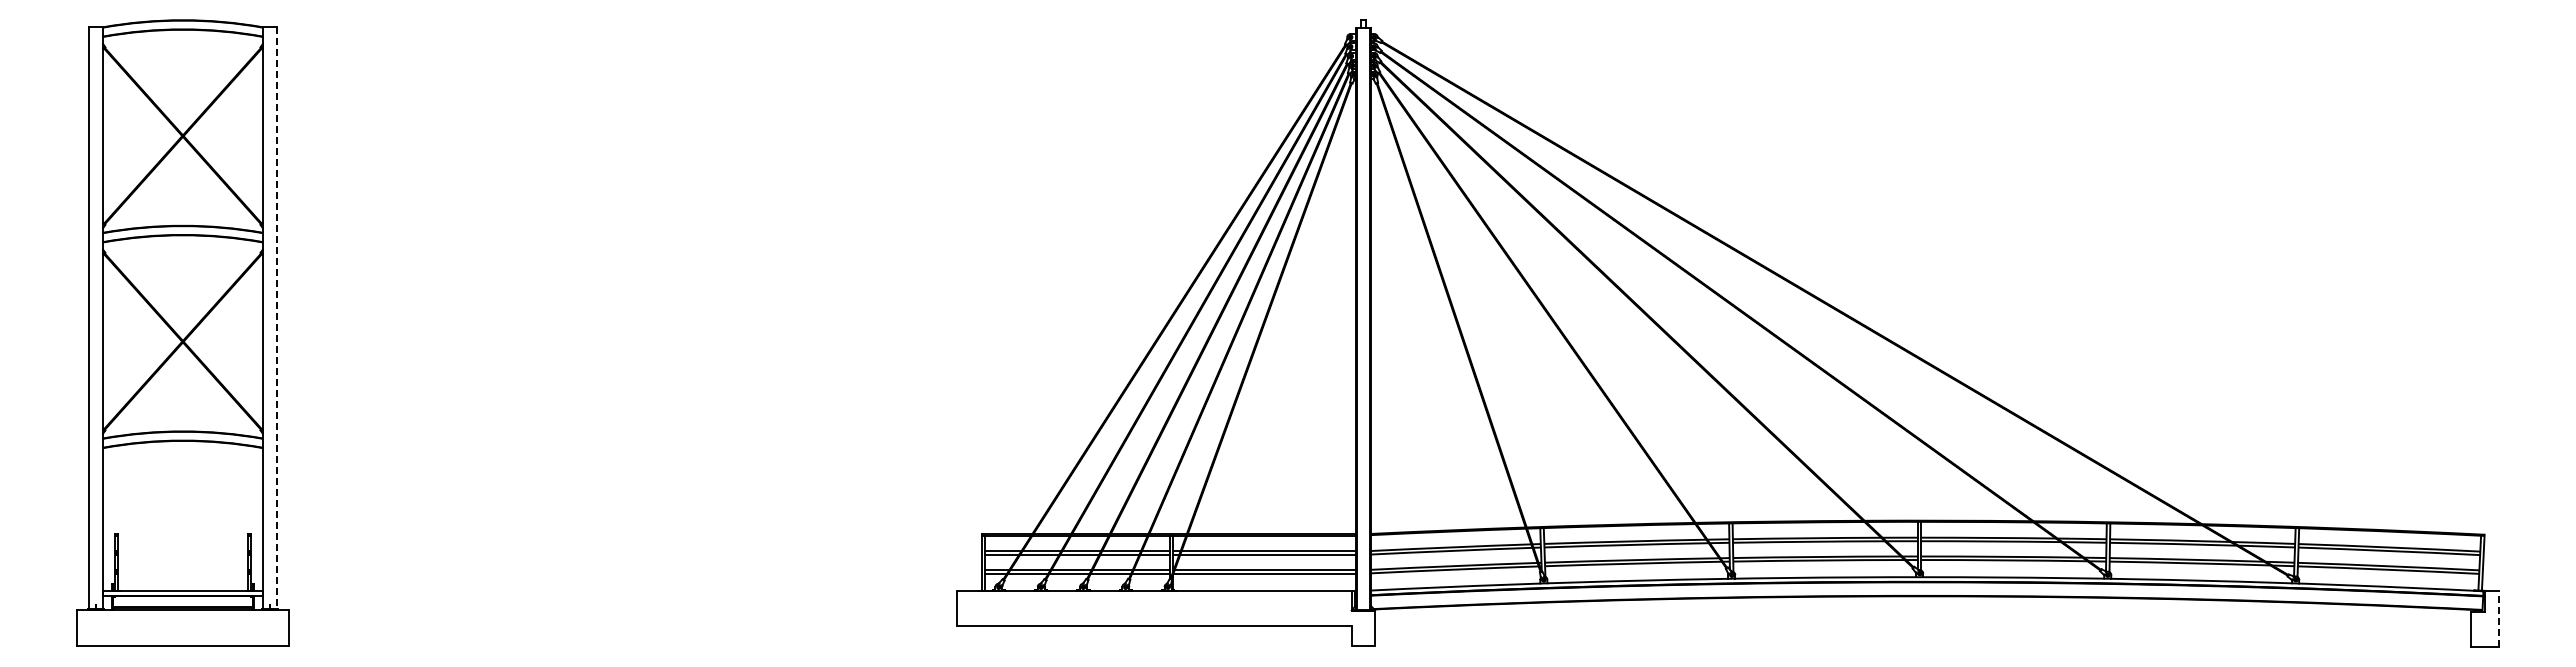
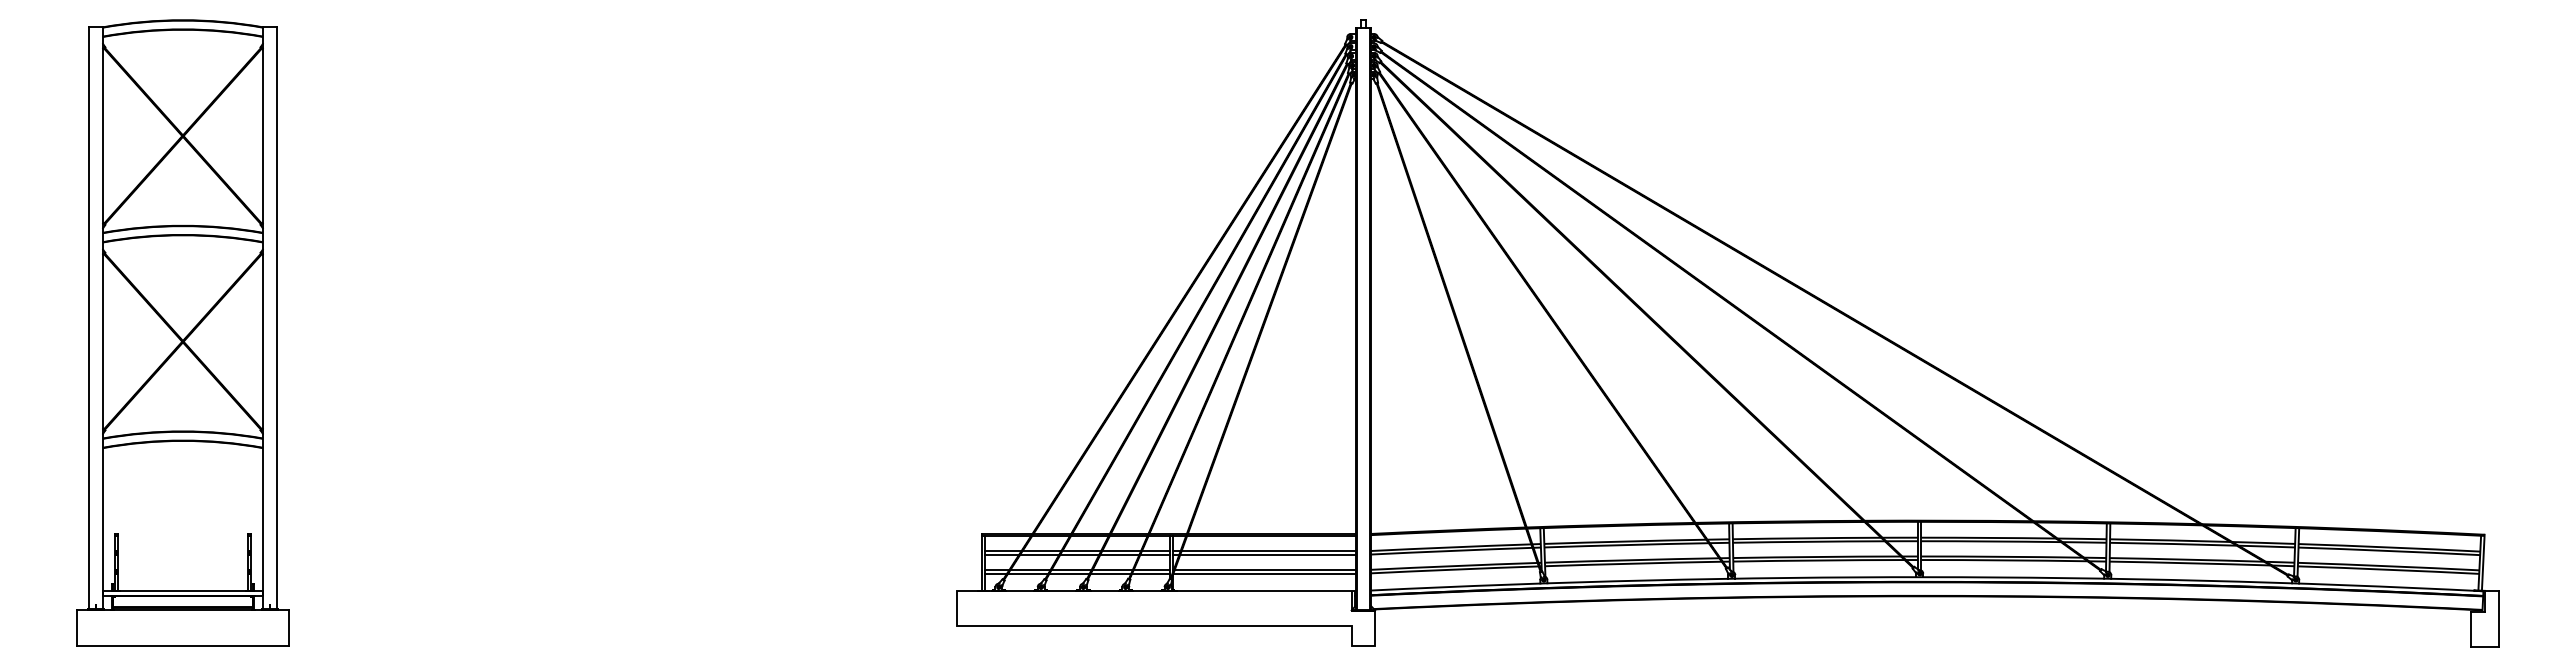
line at (277, 318): dashed -> solid
line at (2498, 619): dashed -> solid
